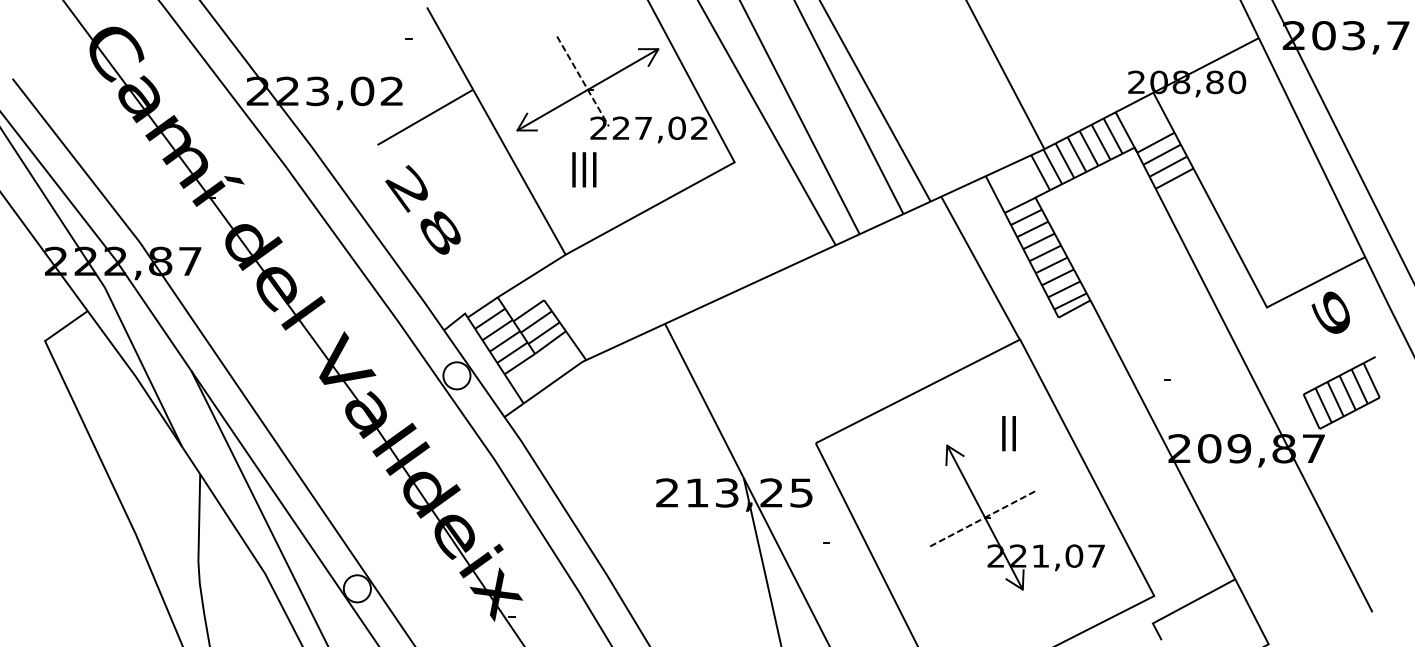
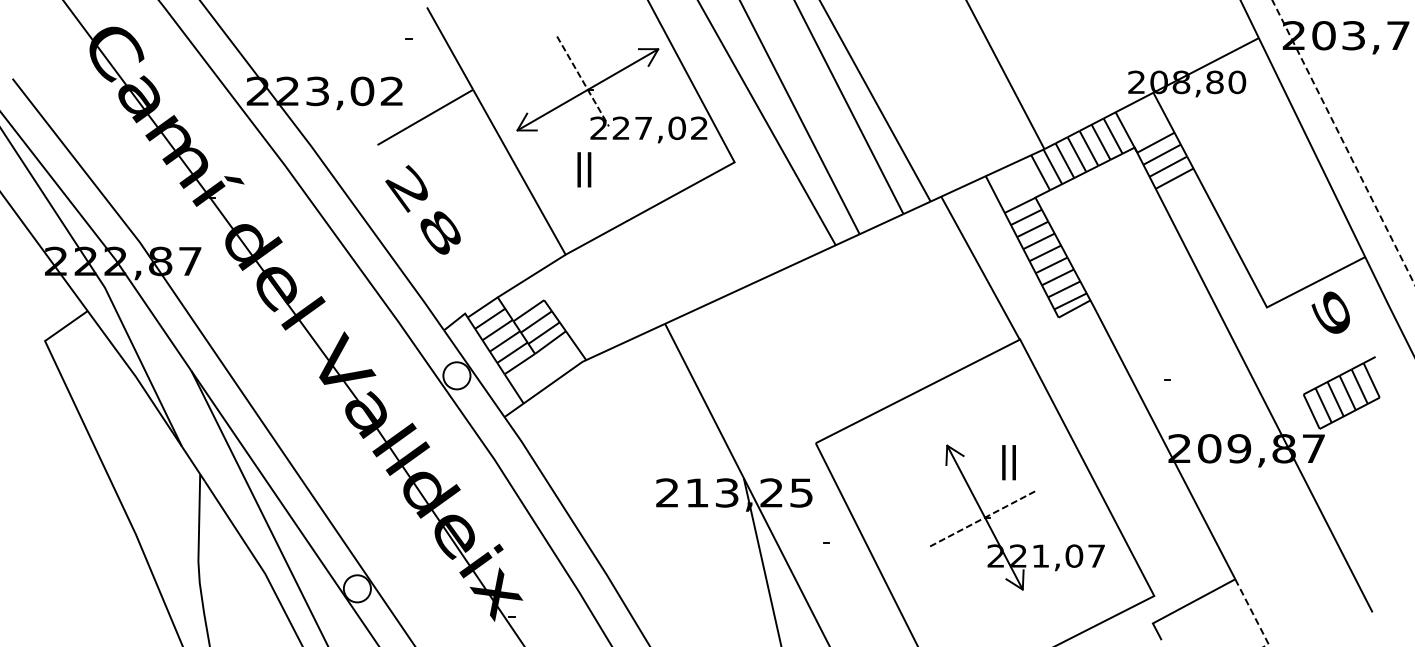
line at (1343, 142): solid -> dashed
text at (584, 169): III -> II
text at (1008, 433) position: (1008, 433) -> (1008, 462)
line at (1253, 614): solid -> dashed
